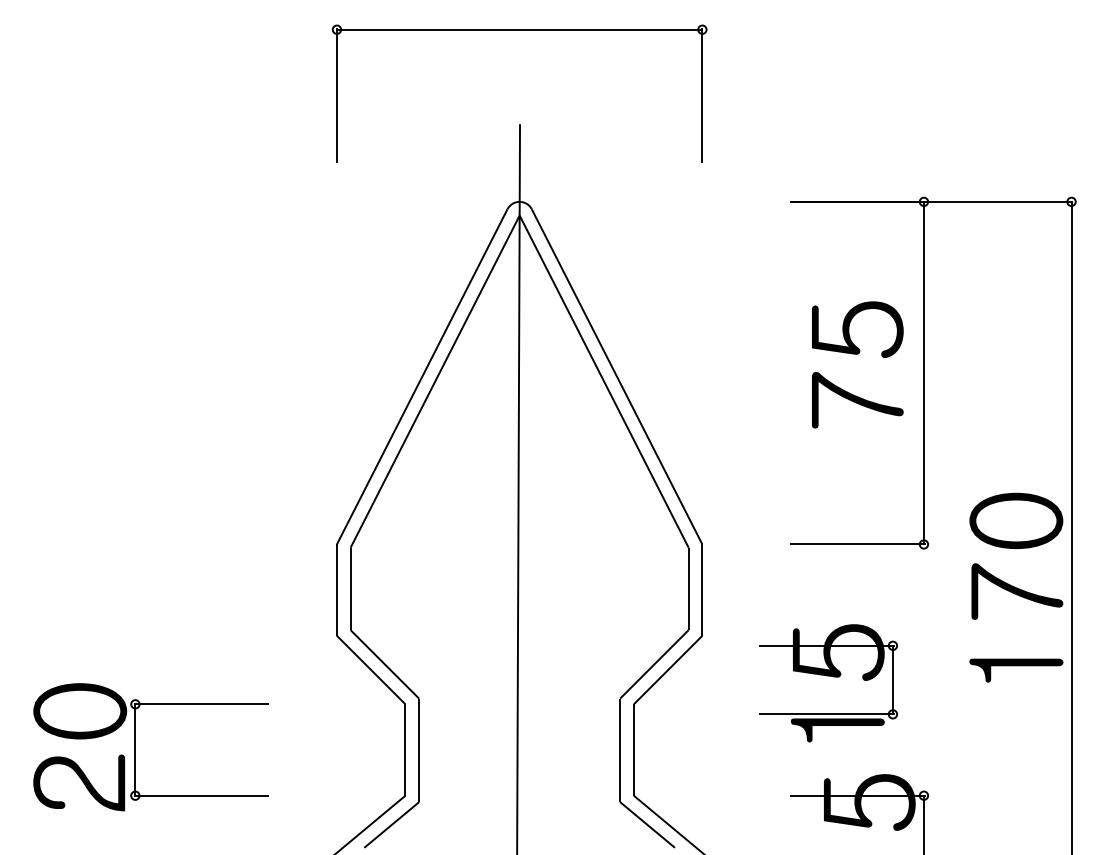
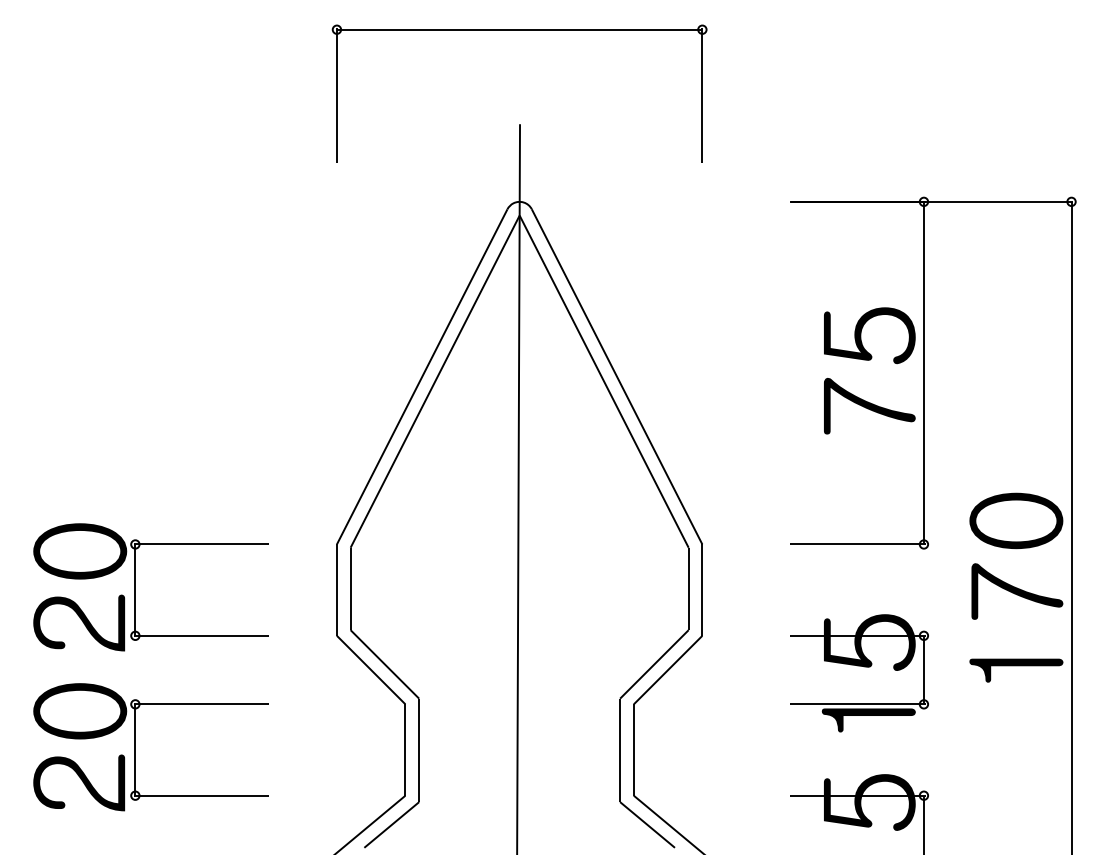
text at (857, 364) position: (857, 364) -> (869, 370)
part at (135, 587): none -> present
part at (828, 676) position: (828, 676) -> (859, 666)
